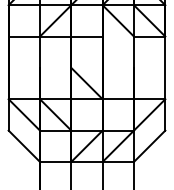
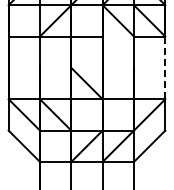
line at (165, 67): solid -> dashed
